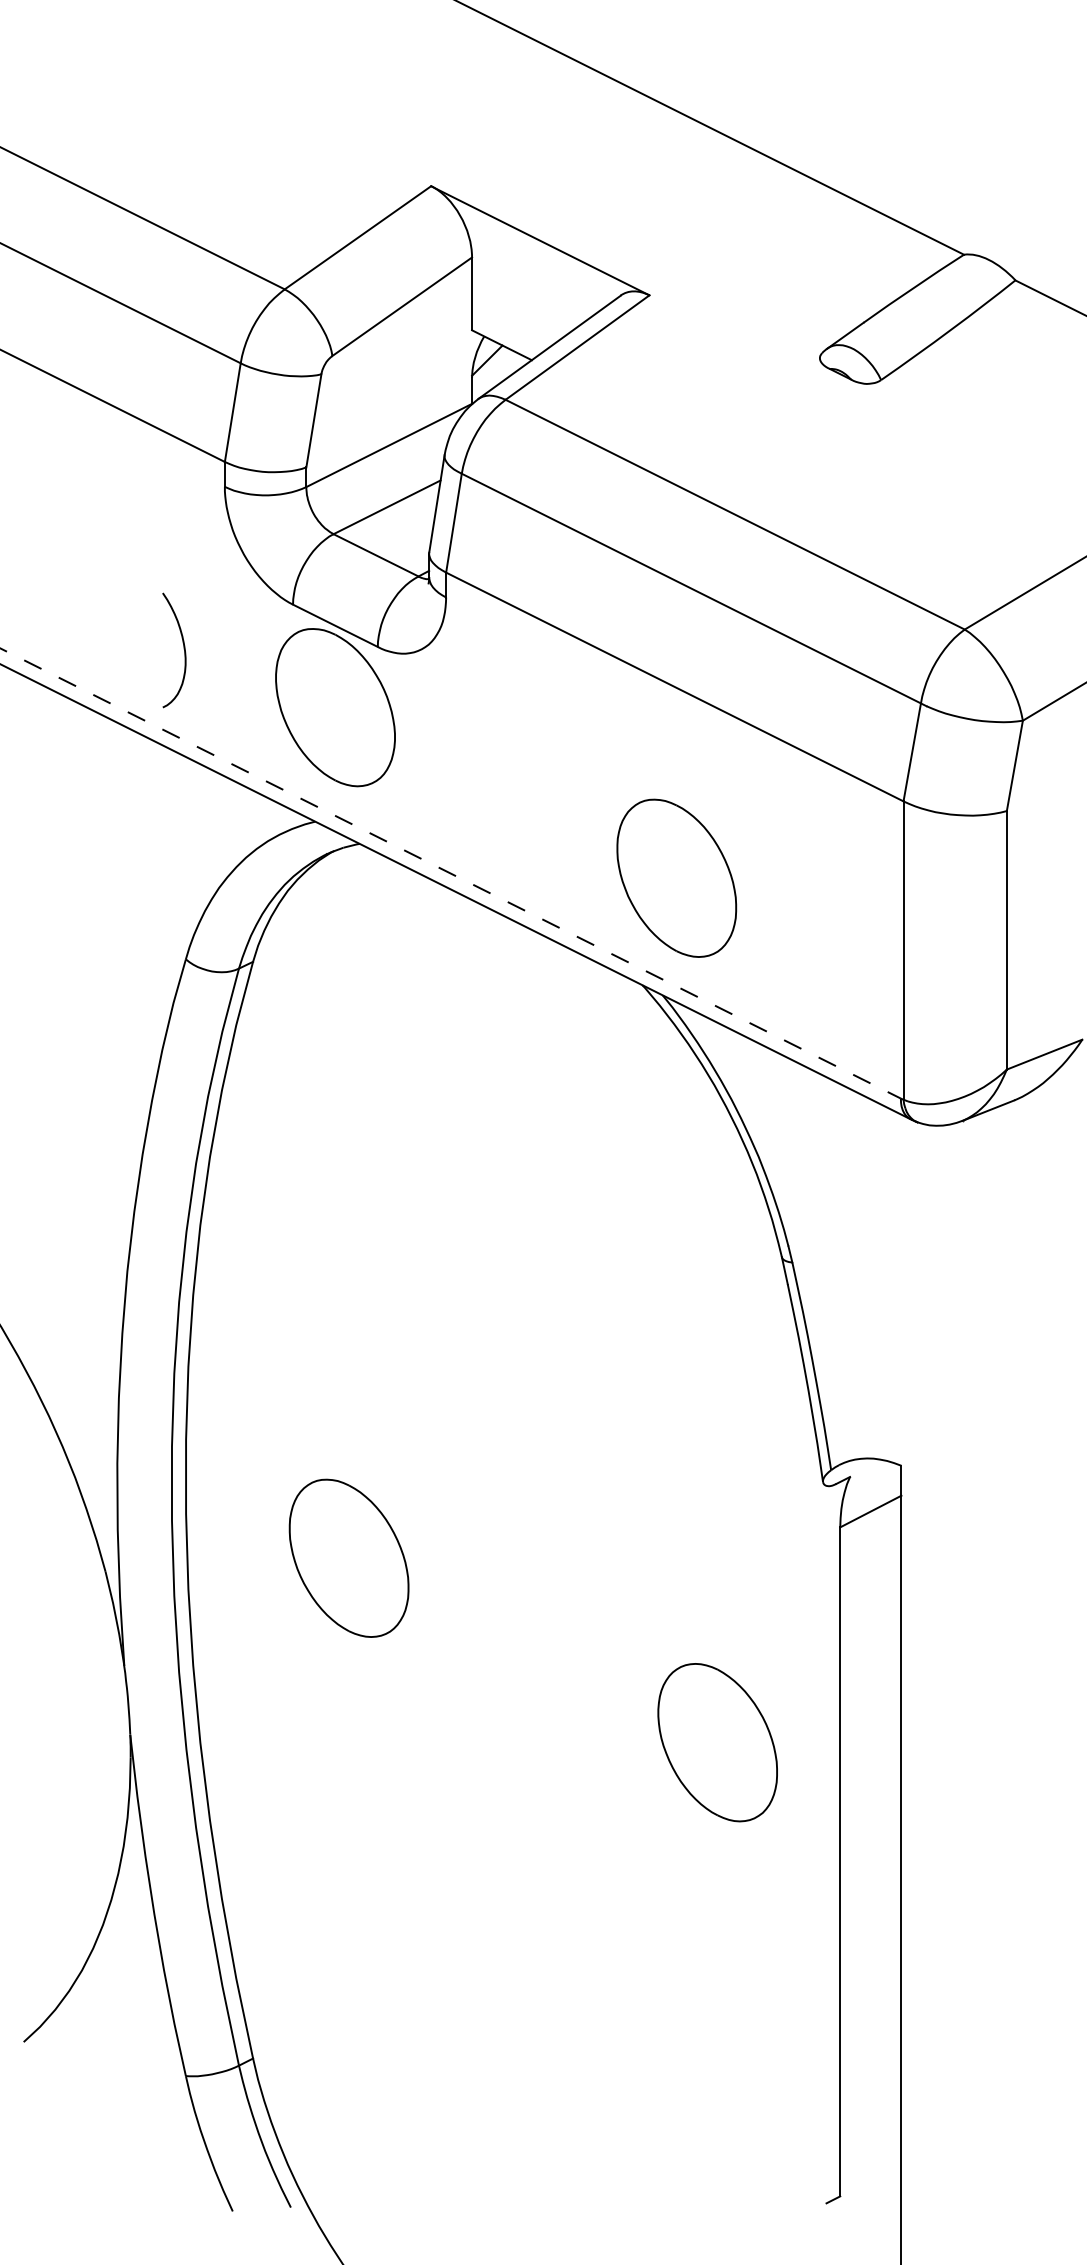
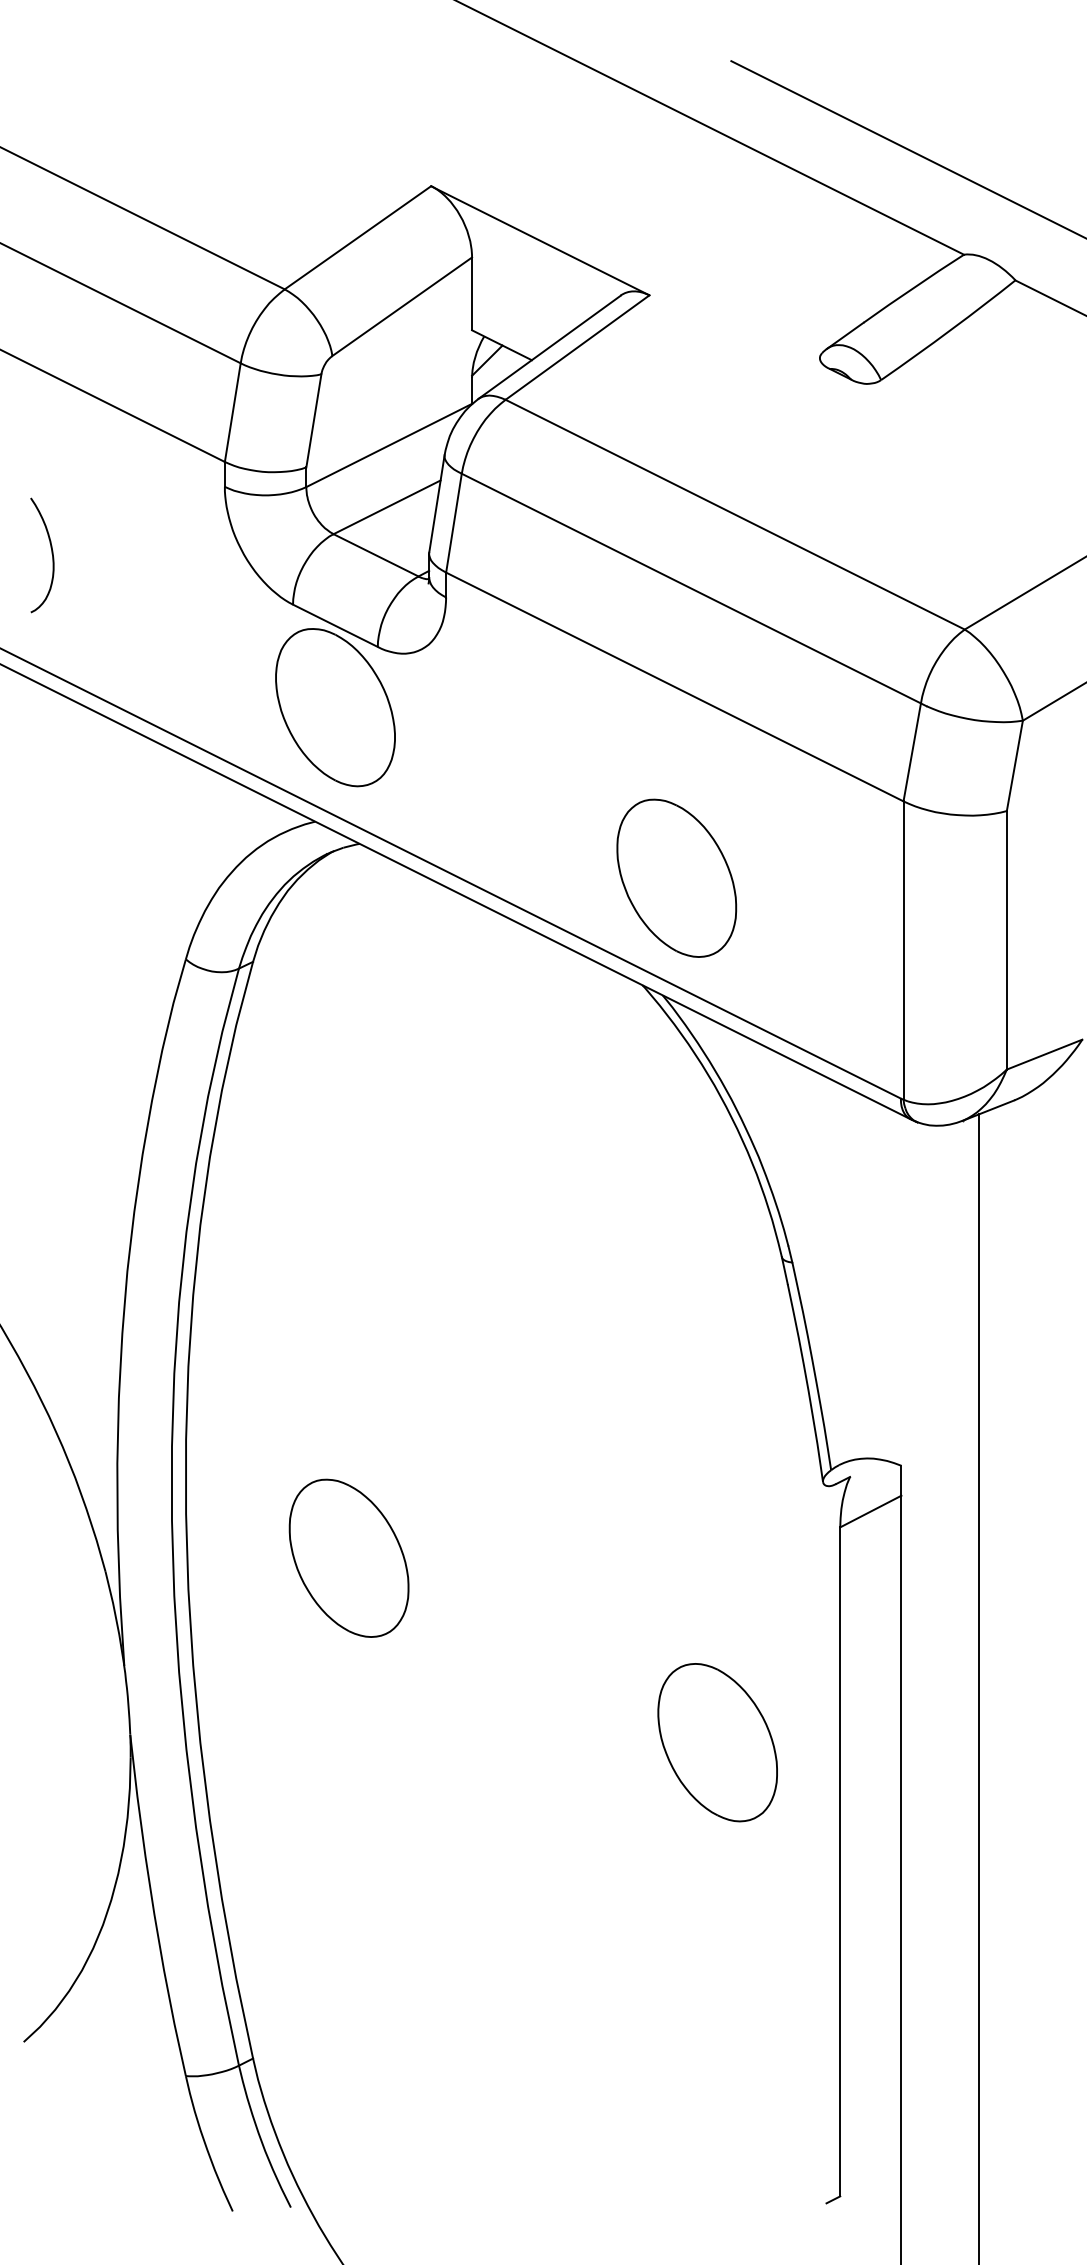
line at (907, 149): none -> present
curve at (183, 649) position: (183, 649) -> (51, 554)
line at (450, 873): dashed -> solid
line at (979, 1687): none -> present
